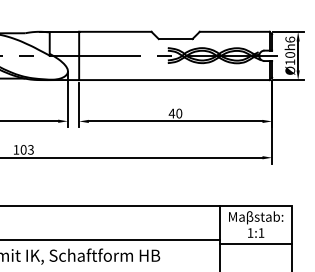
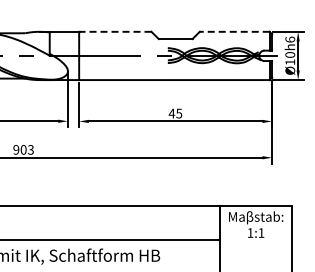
line at (114, 31): solid -> dashed
line at (234, 31): solid -> dashed
text at (179, 113): 40 -> 45
text at (16, 149): 103 -> 903
line at (255, 244): present -> none
